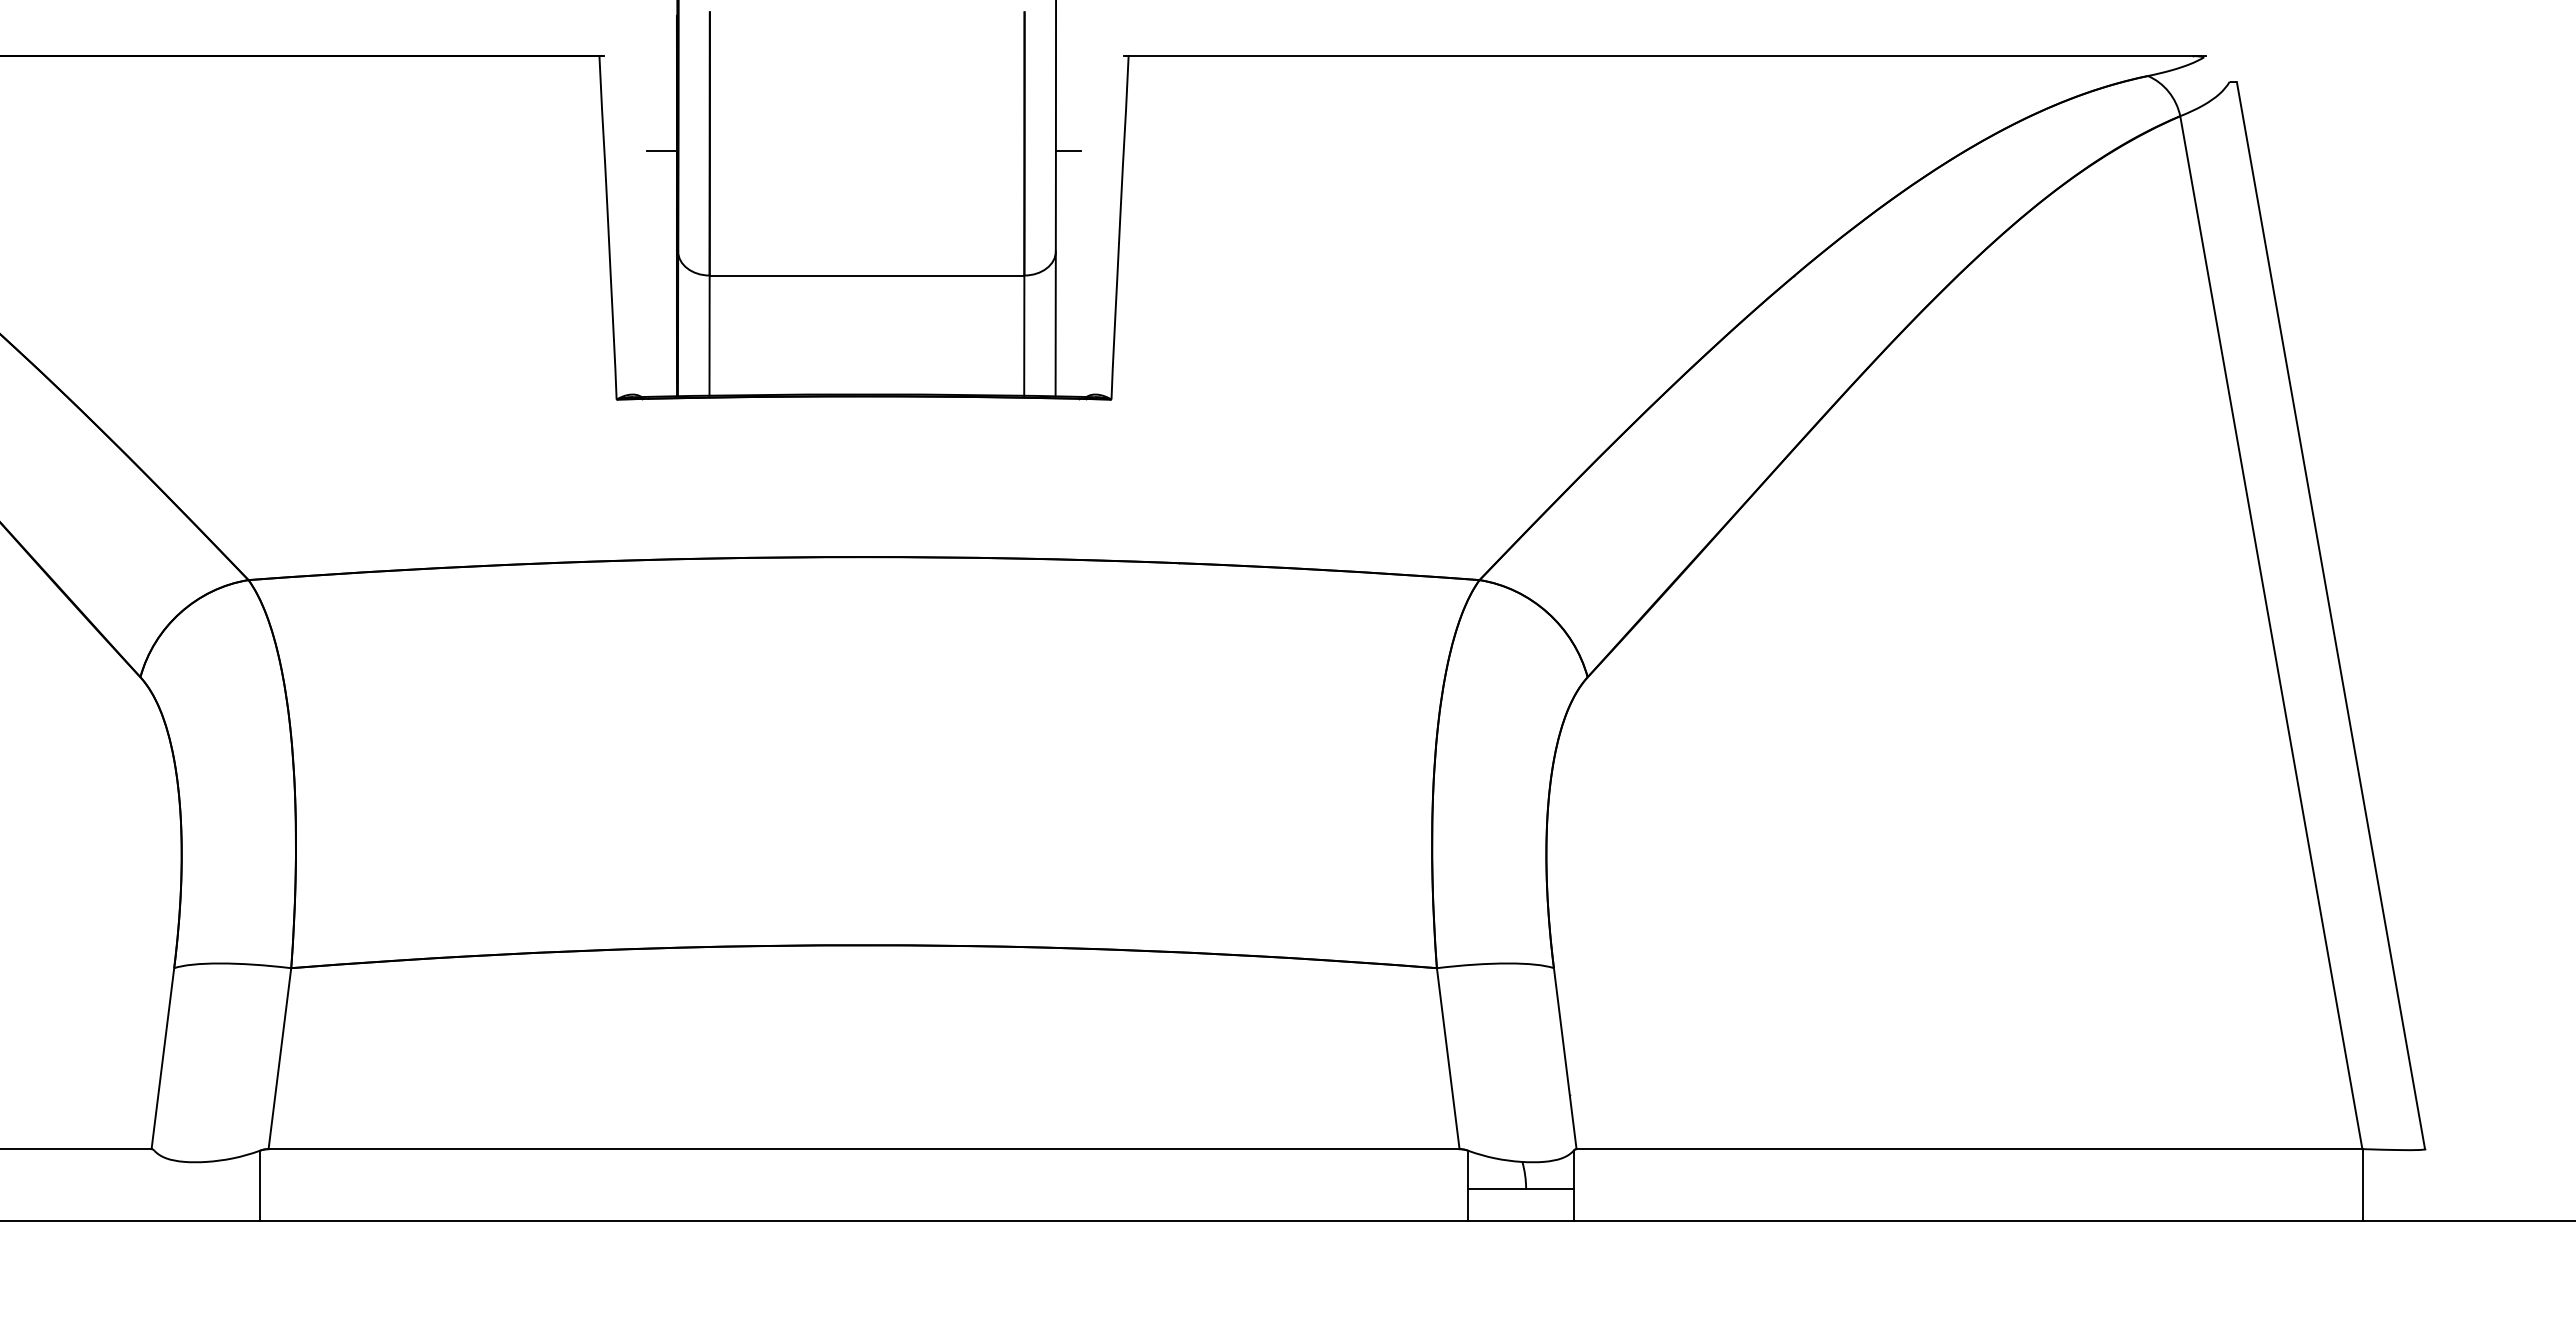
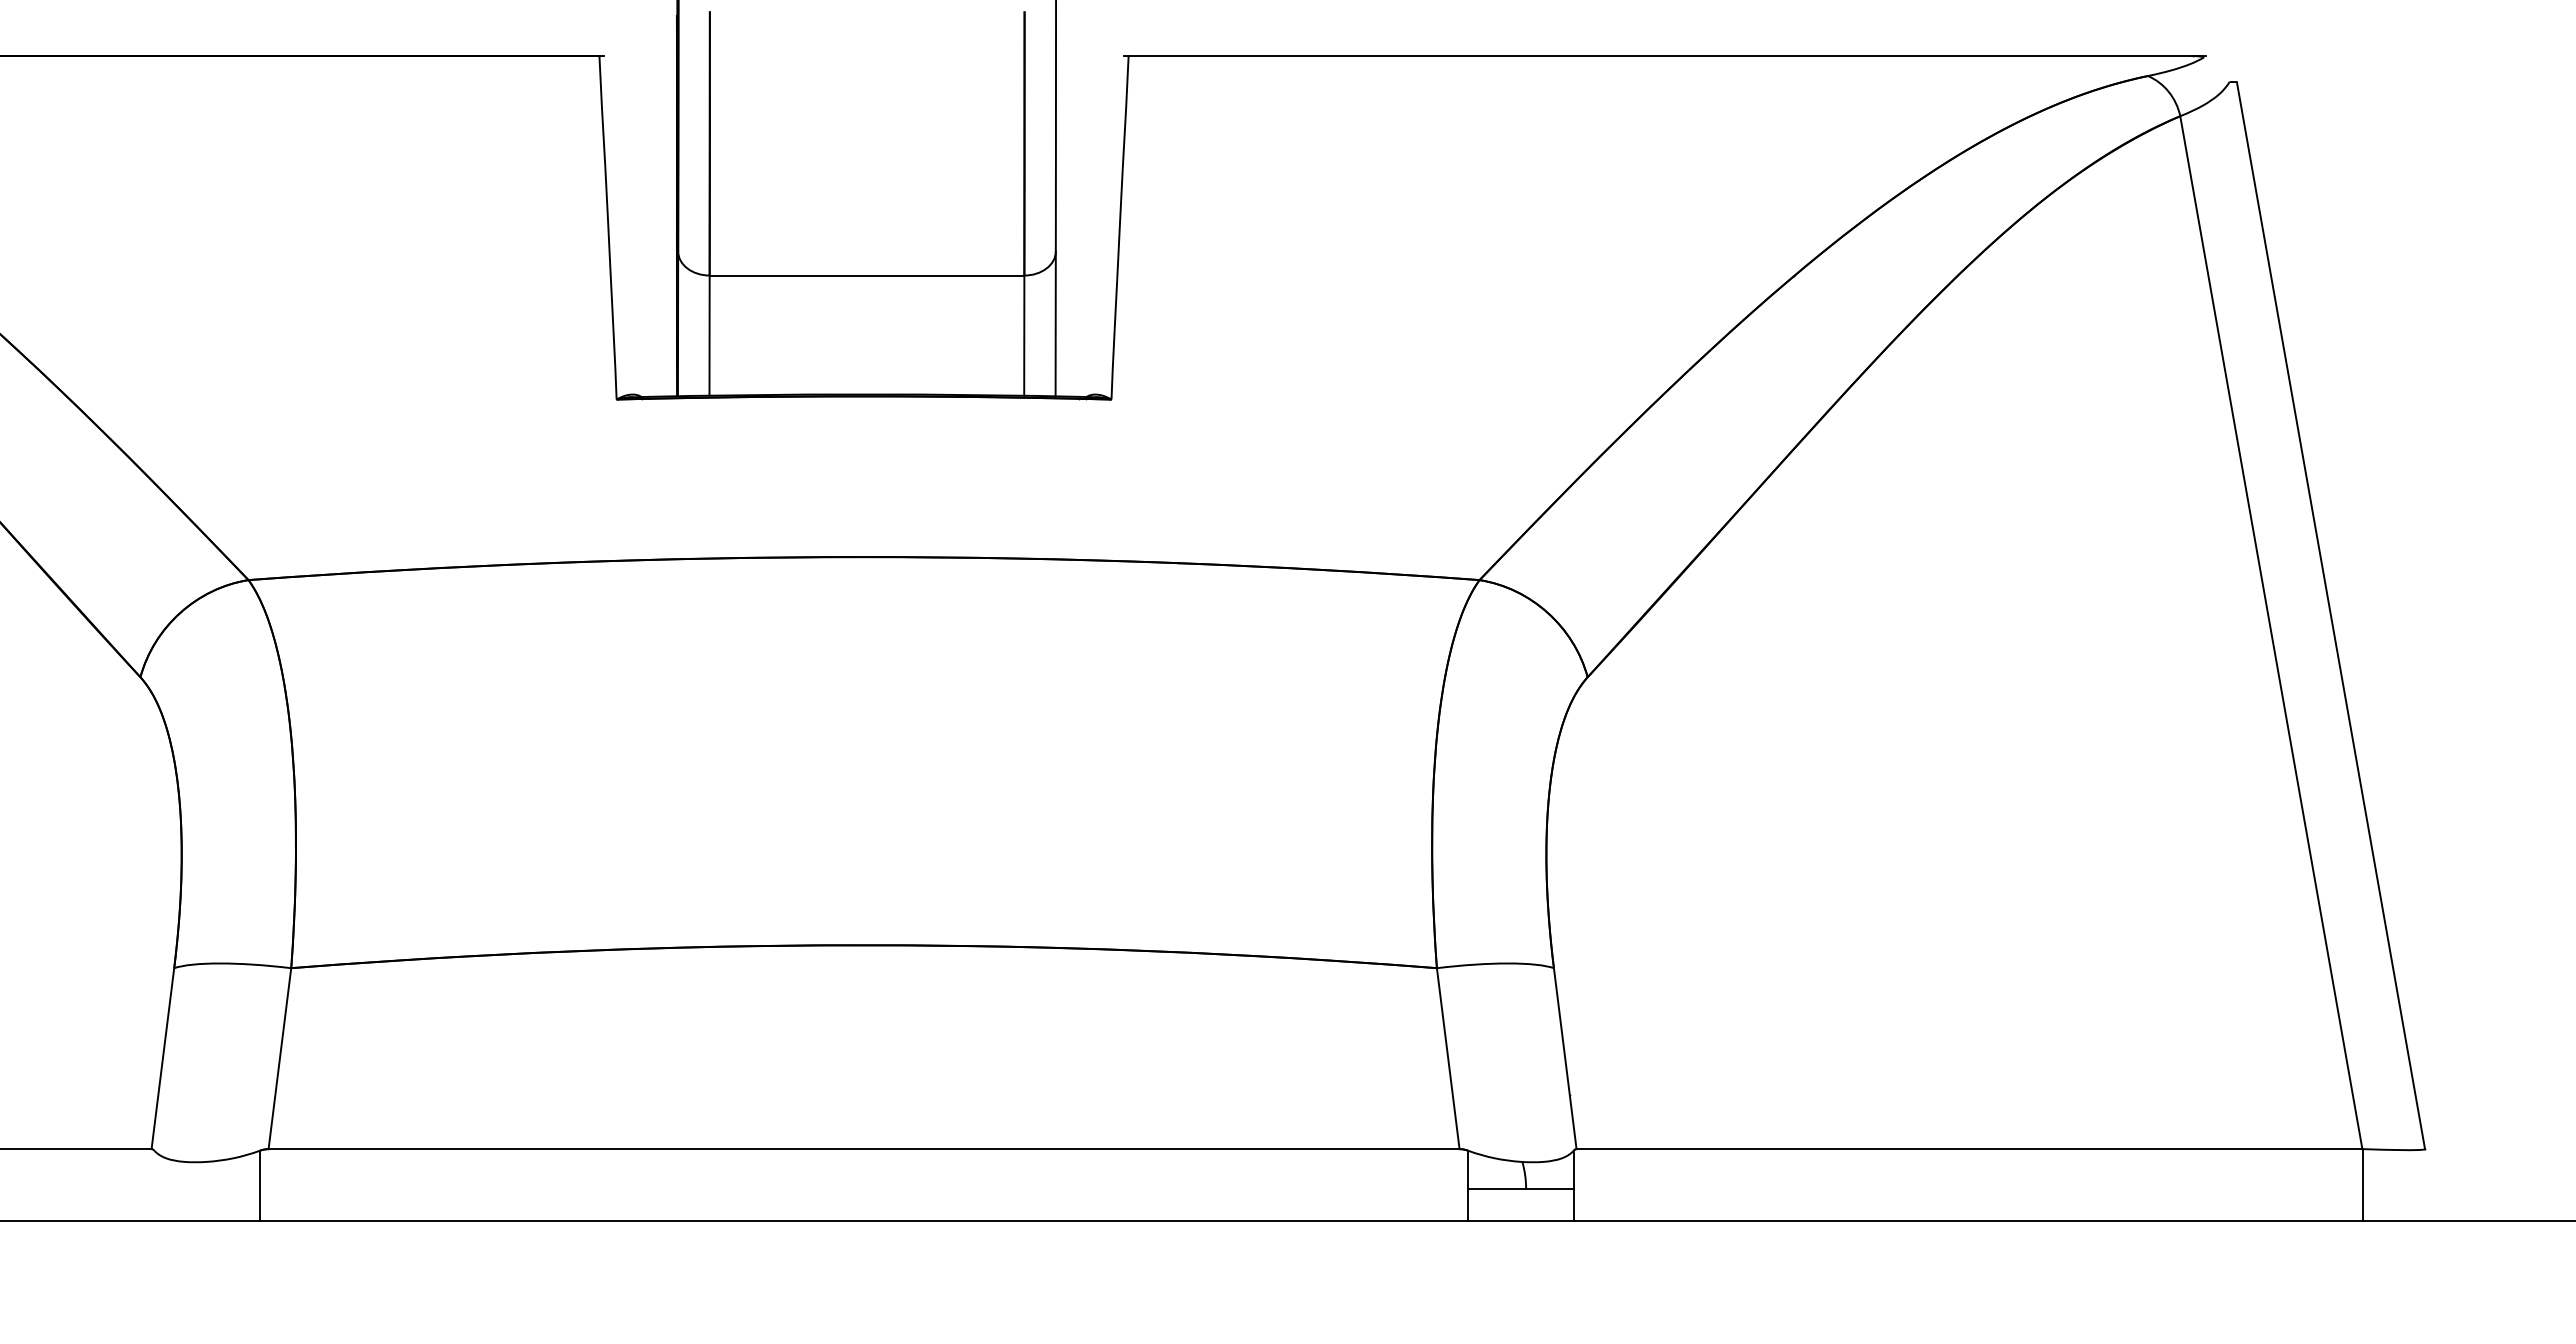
line at (661, 150): present -> none
line at (1068, 150): present -> none
